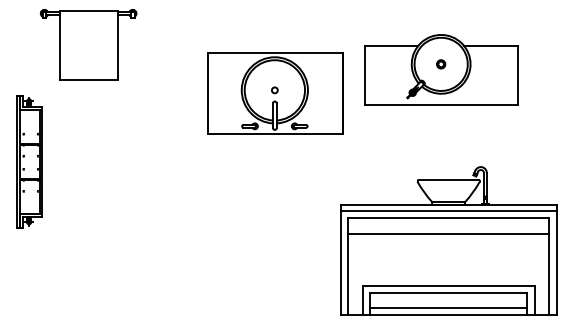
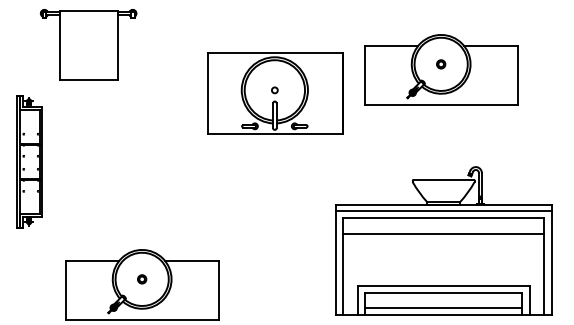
part at (448, 240) position: (448, 240) -> (443, 240)
part at (142, 284): none -> present
